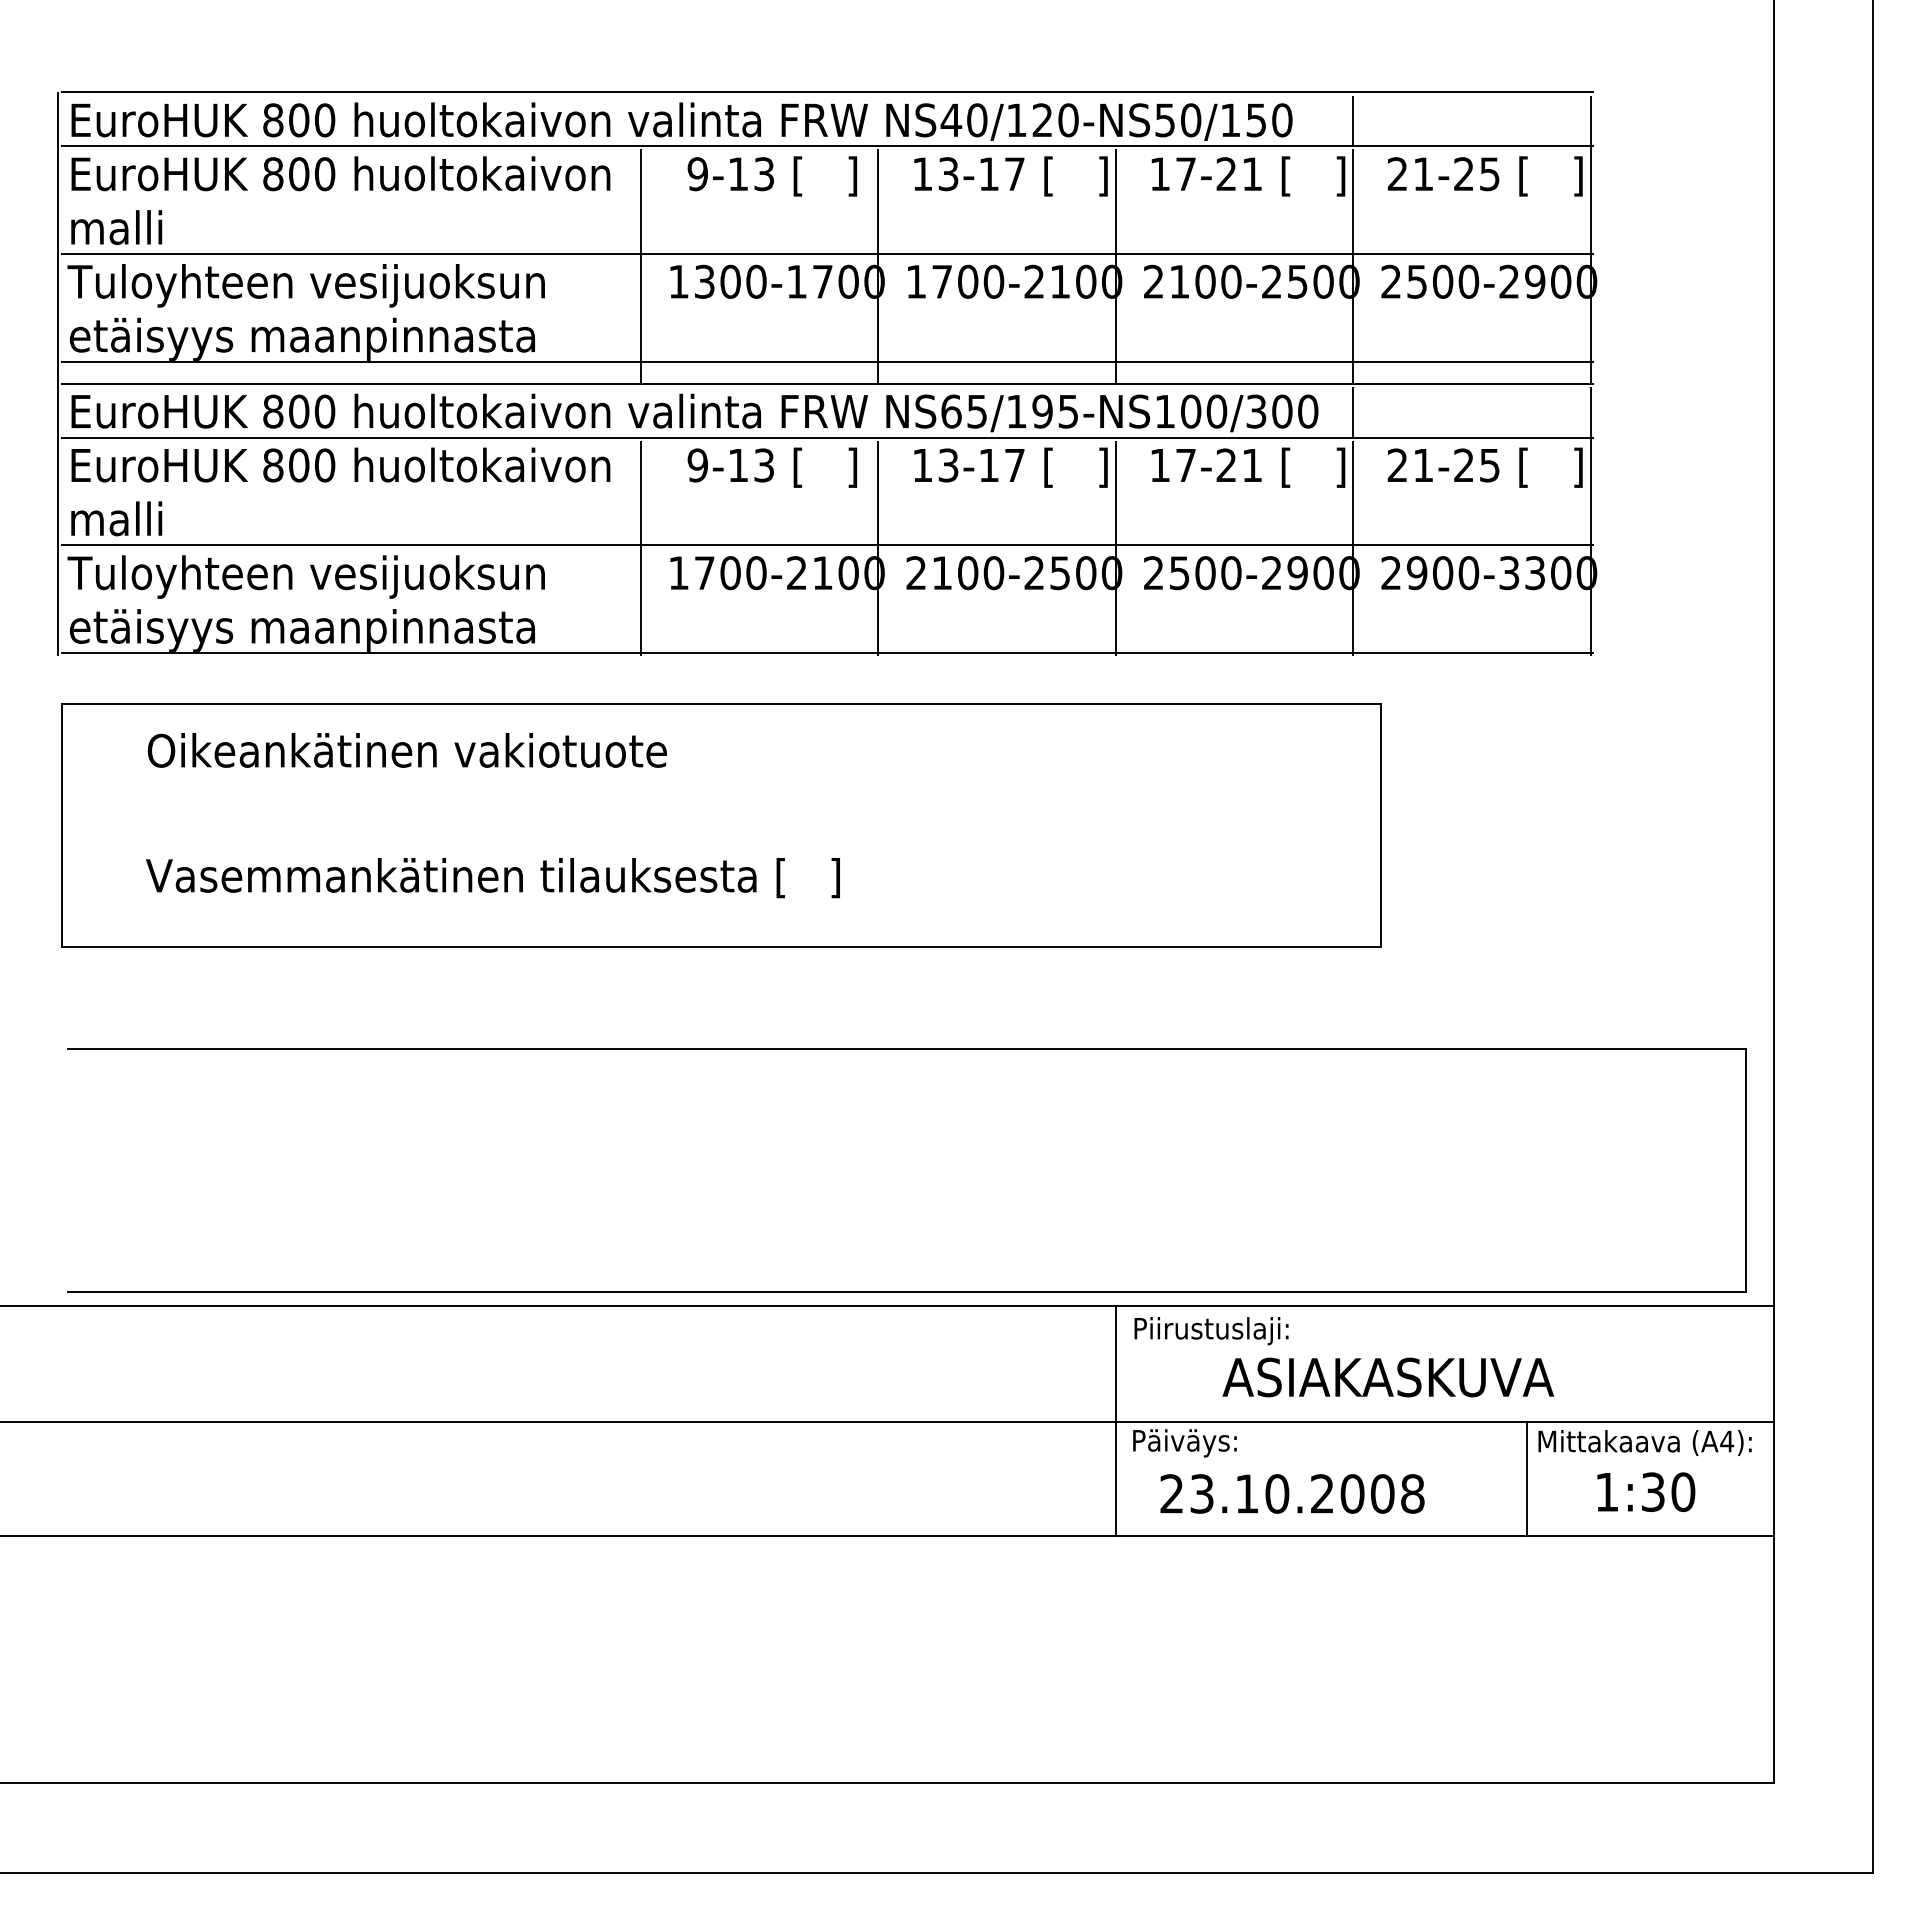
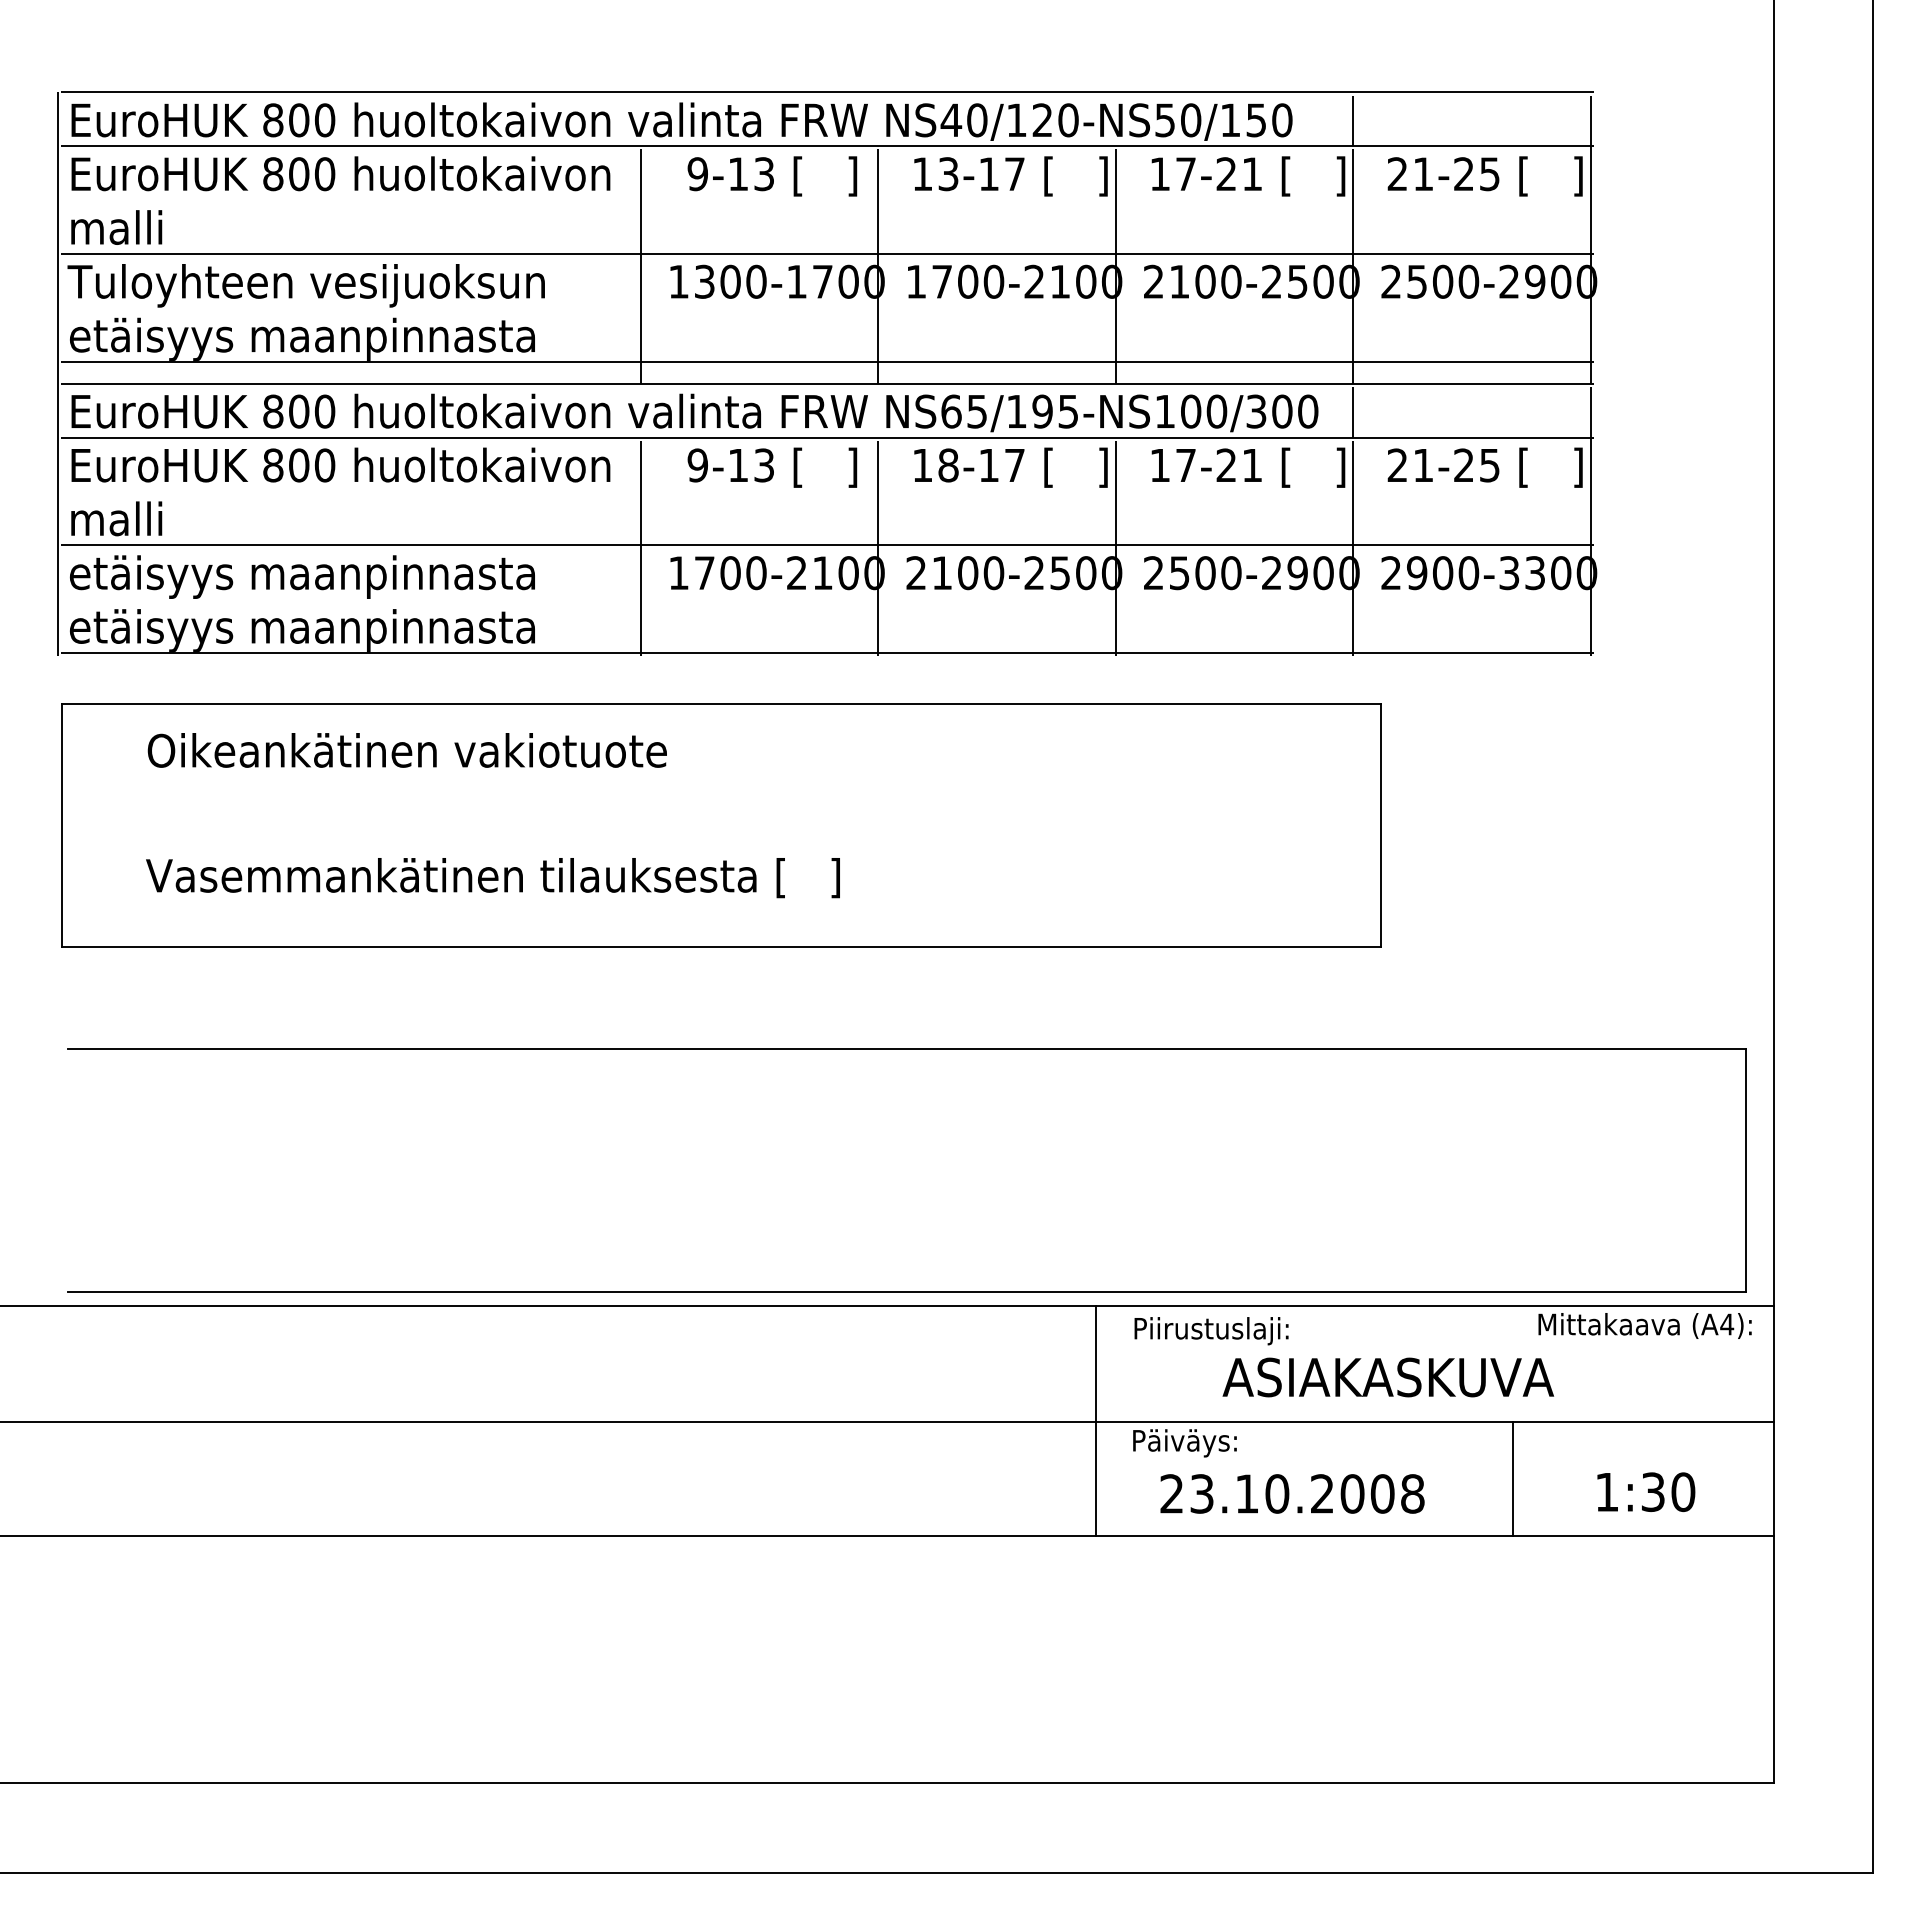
text at (948, 465): 13-17 -> 18-17
text at (305, 576): Tuloyhteen vesijuoksun -> etäisyys maanpinnasta
line at (1116, 1421) position: (1116, 1421) -> (1096, 1421)
text at (1644, 1442) position: (1644, 1442) -> (1644, 1325)
line at (1526, 1478) position: (1526, 1478) -> (1512, 1478)
